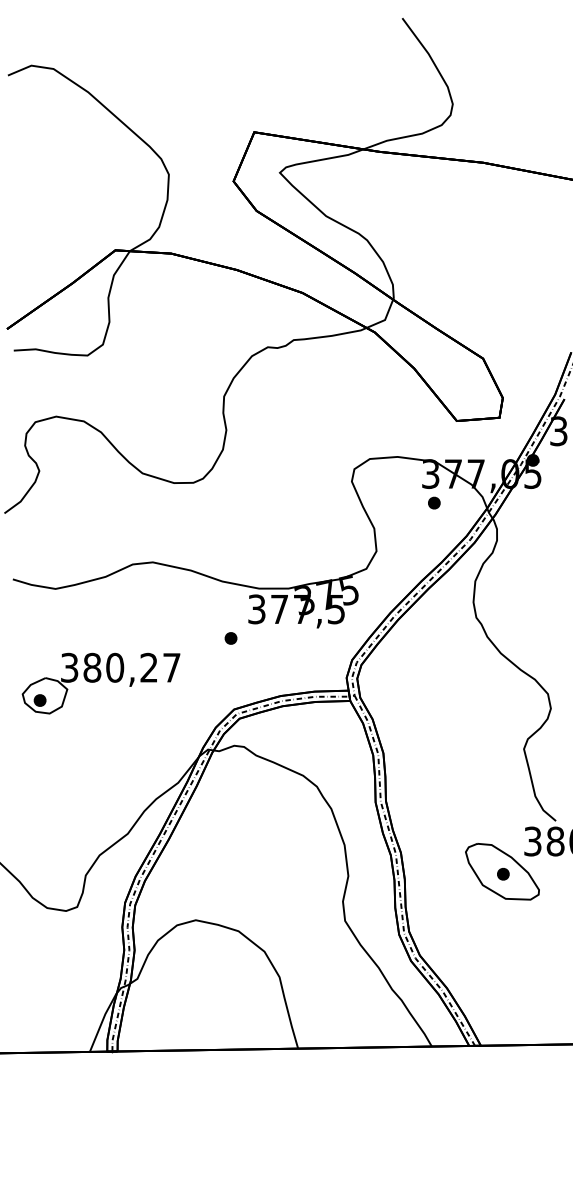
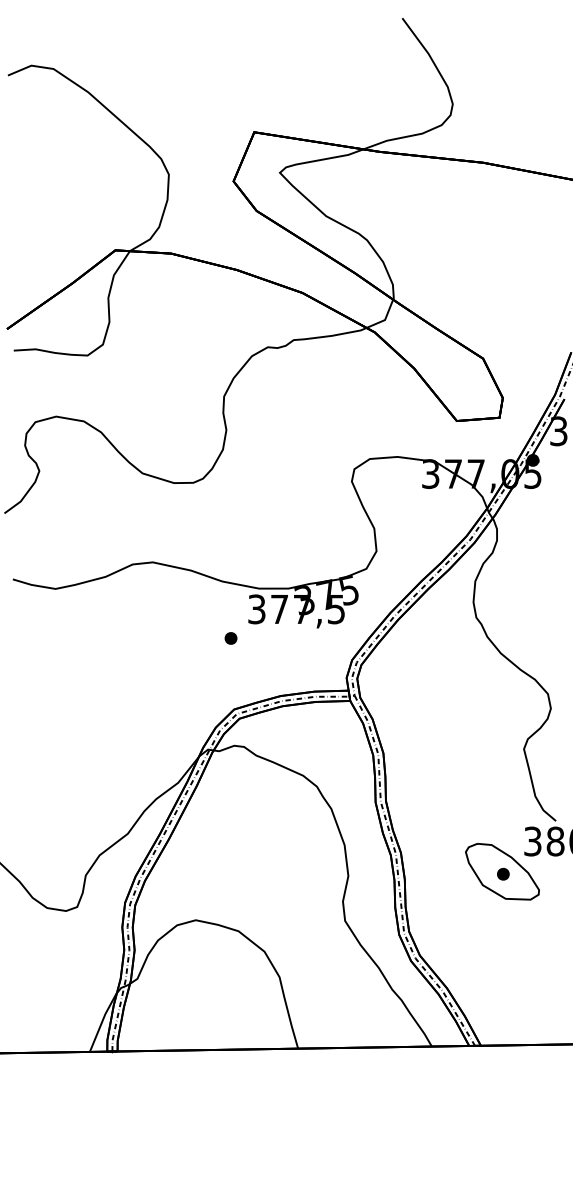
part at (434, 502): present -> none
part at (100, 683): present -> none
